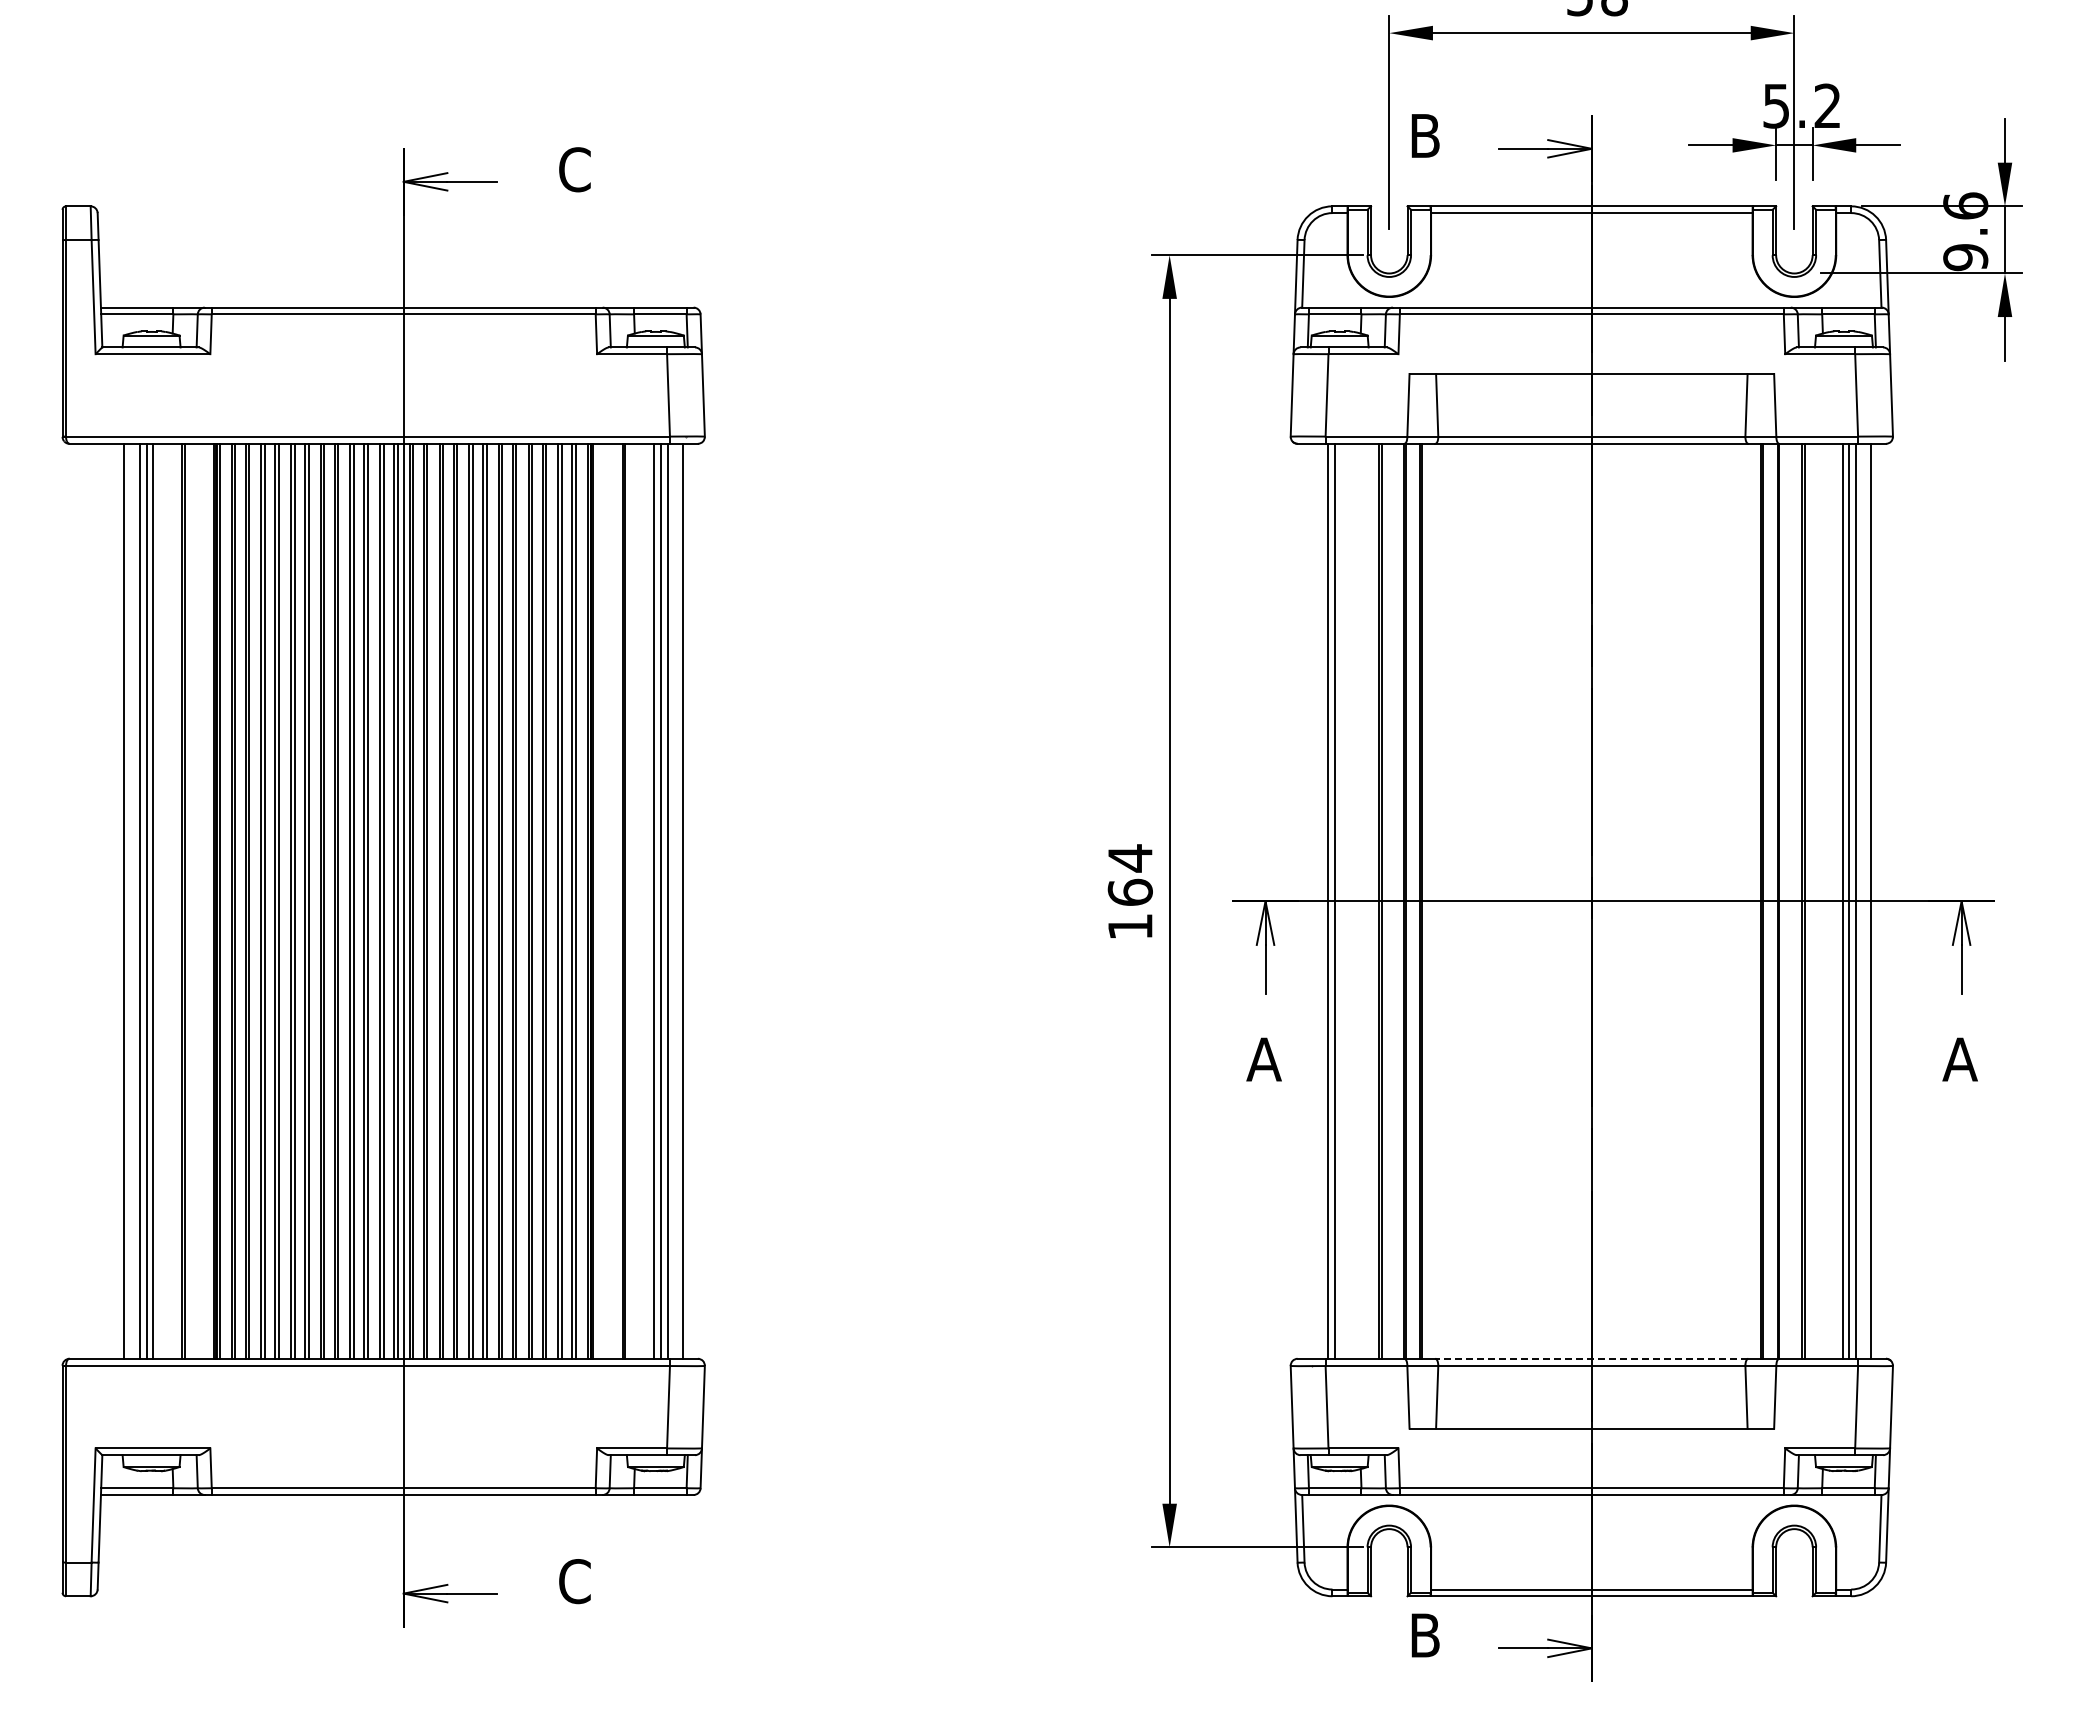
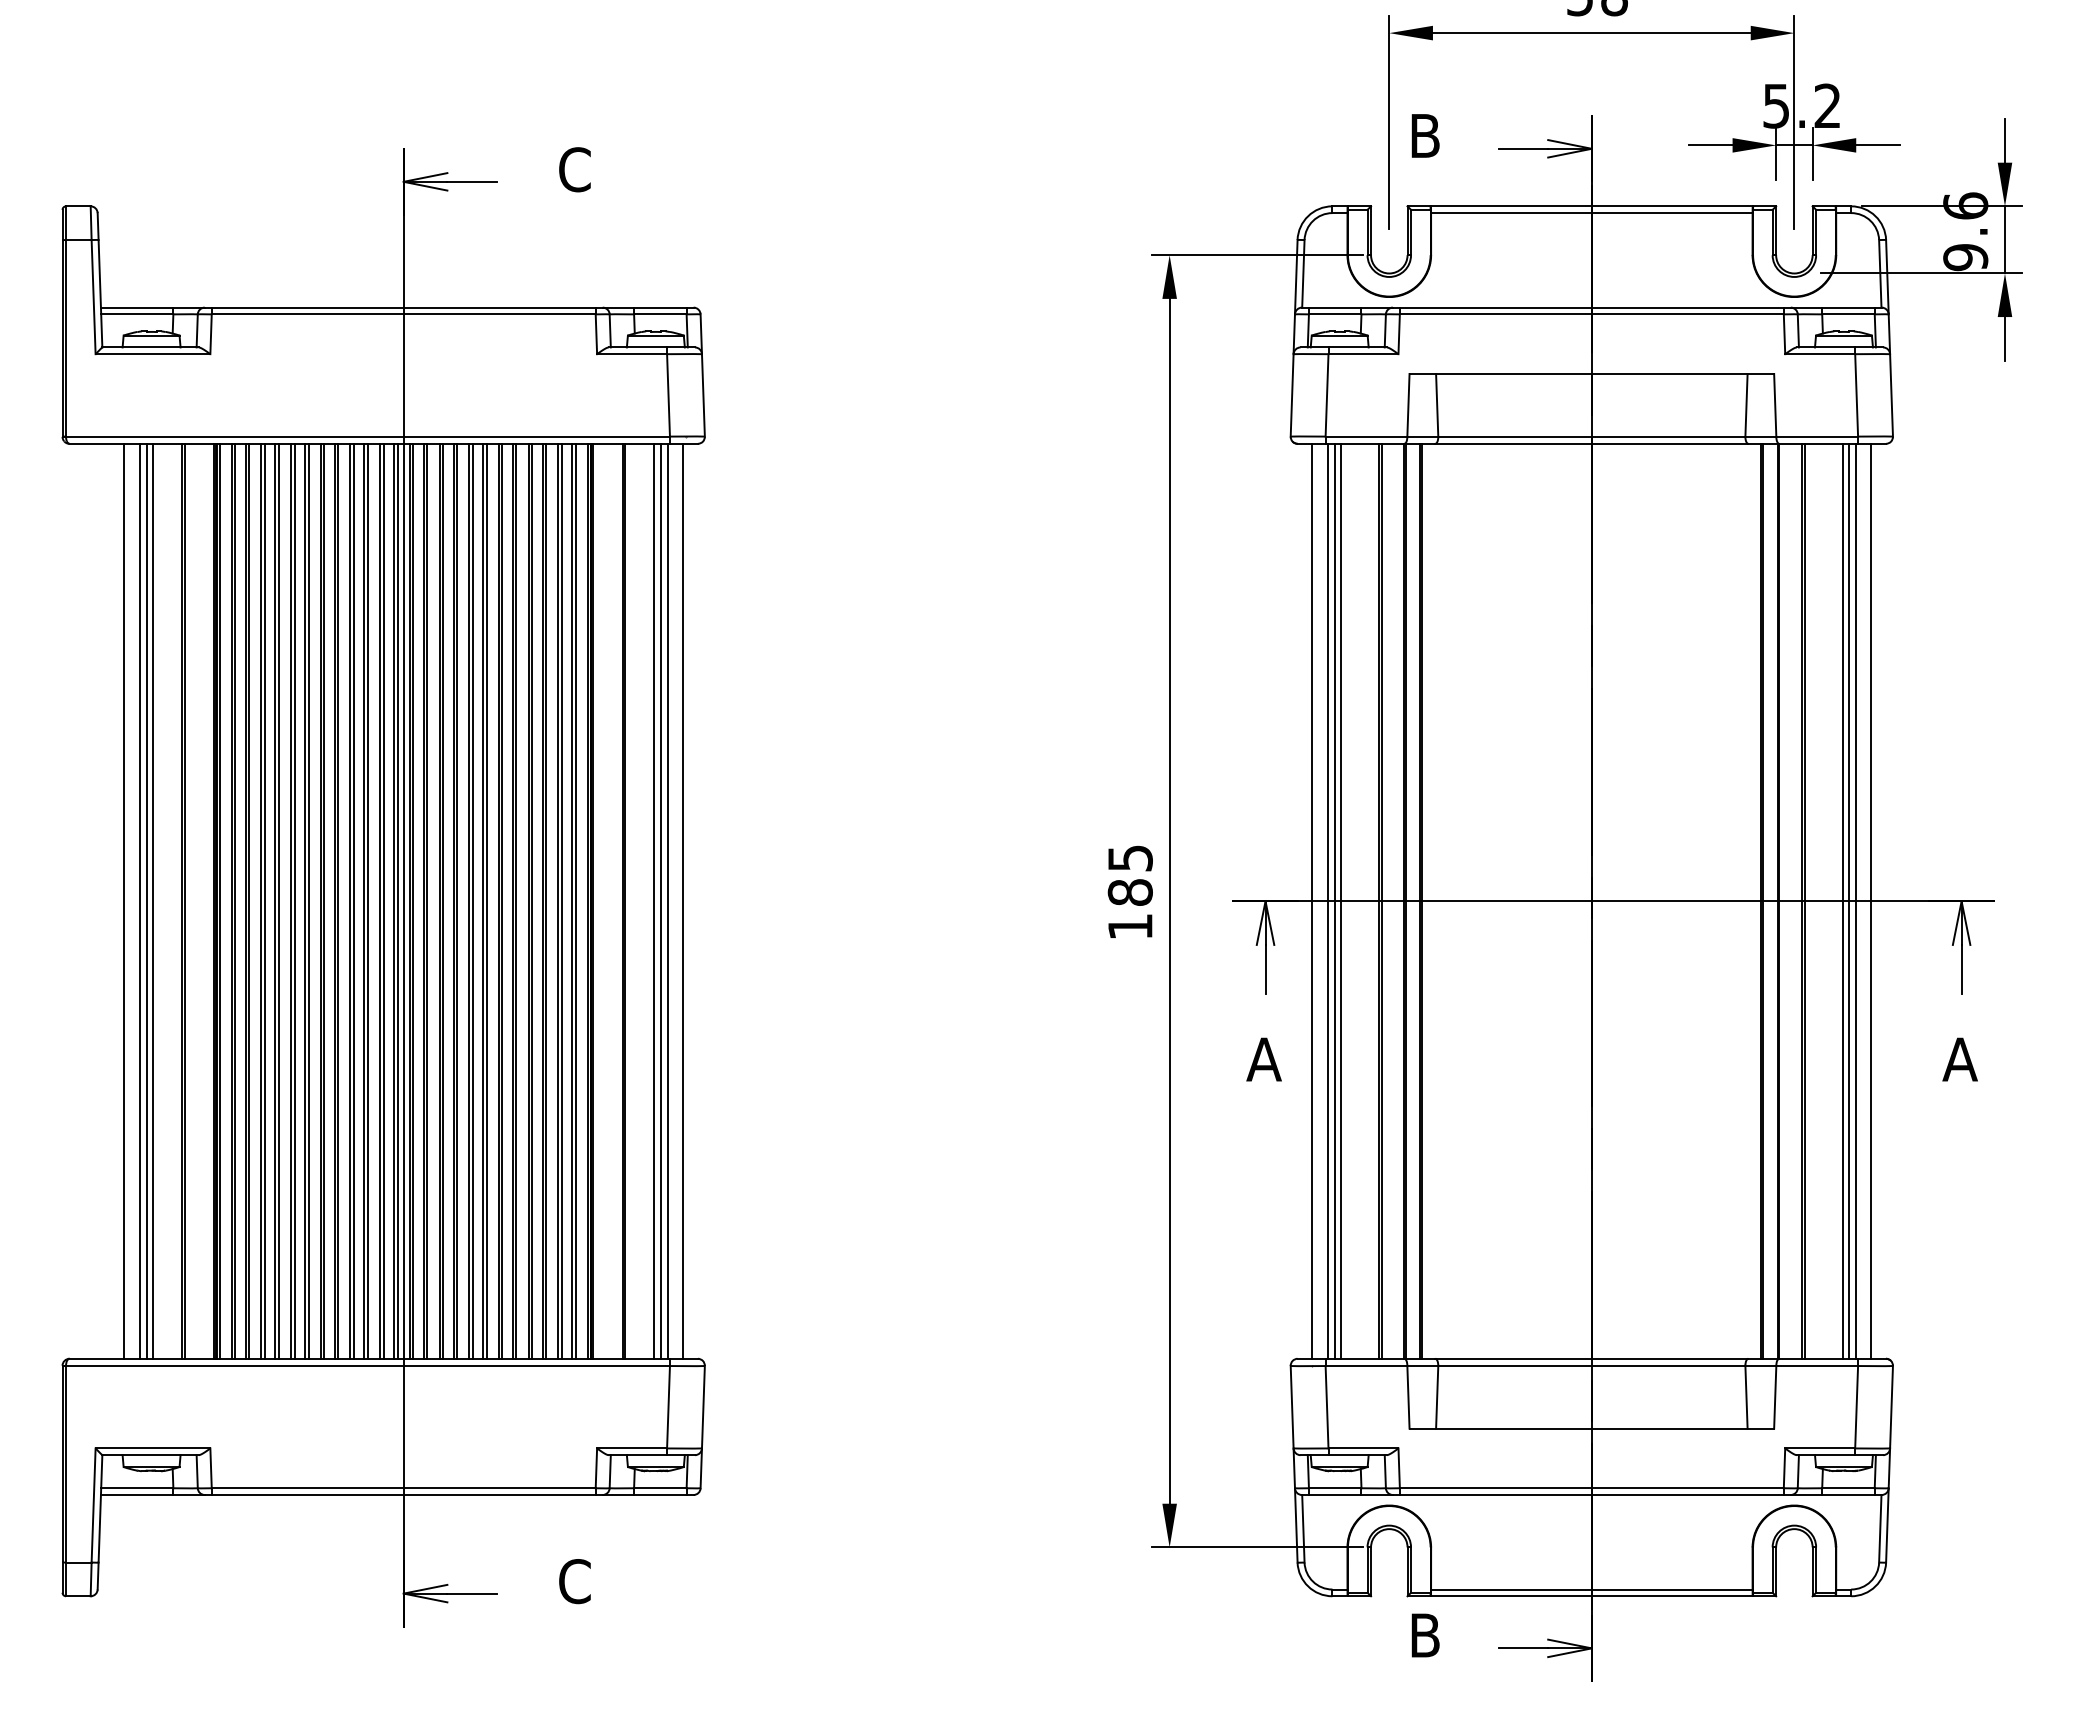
text at (1129, 874): 164 -> 185
line at (1312, 900): none -> present
line at (1341, 900): none -> present
line at (1591, 1358): dashed -> solid
